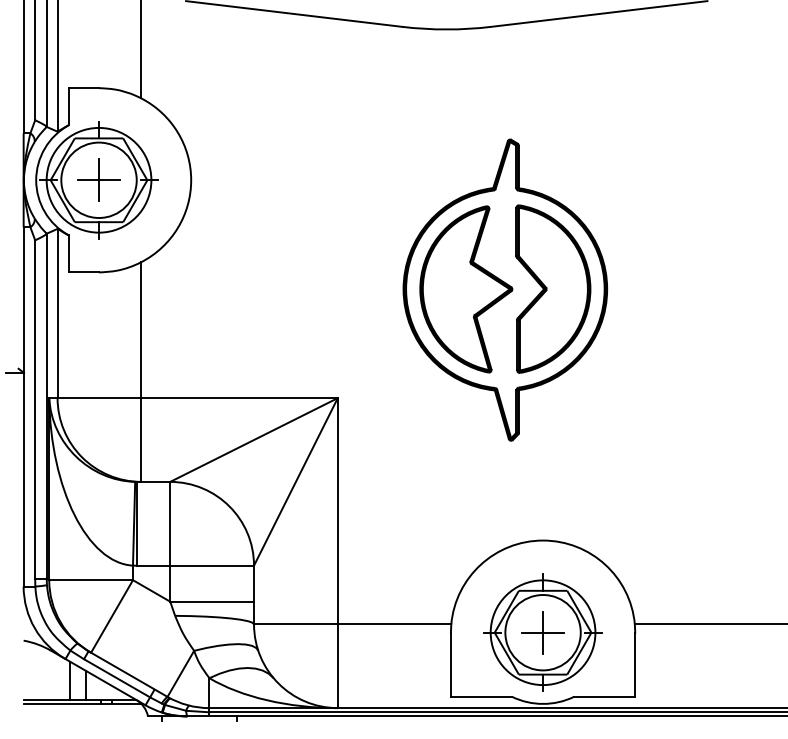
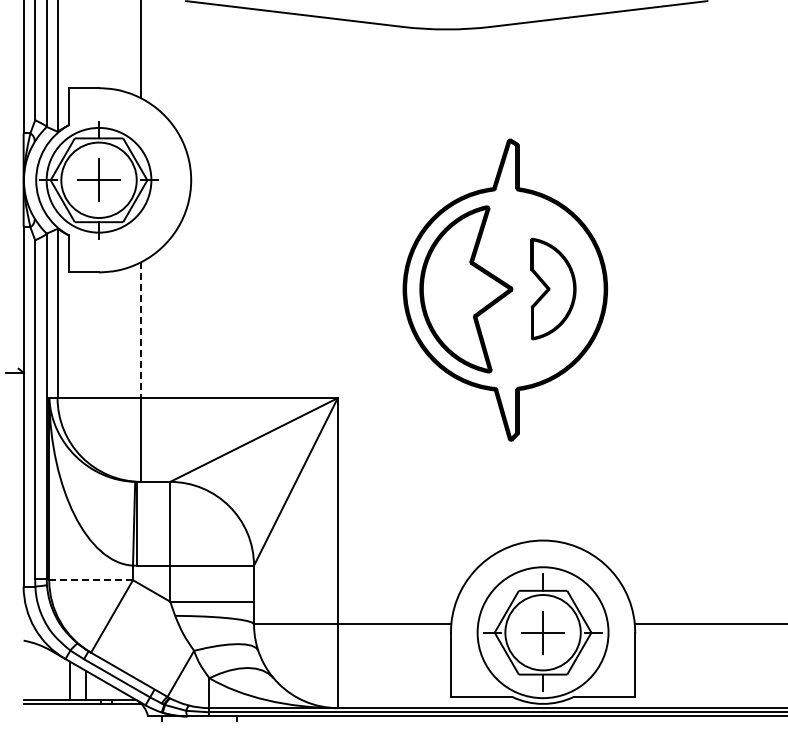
part at (553, 288) size: 77x170 px -> 47x104 px
line at (141, 330): solid -> dashed
line at (91, 580): solid -> dashed
circle at (542, 632) diameter: 105 px -> 131 px
